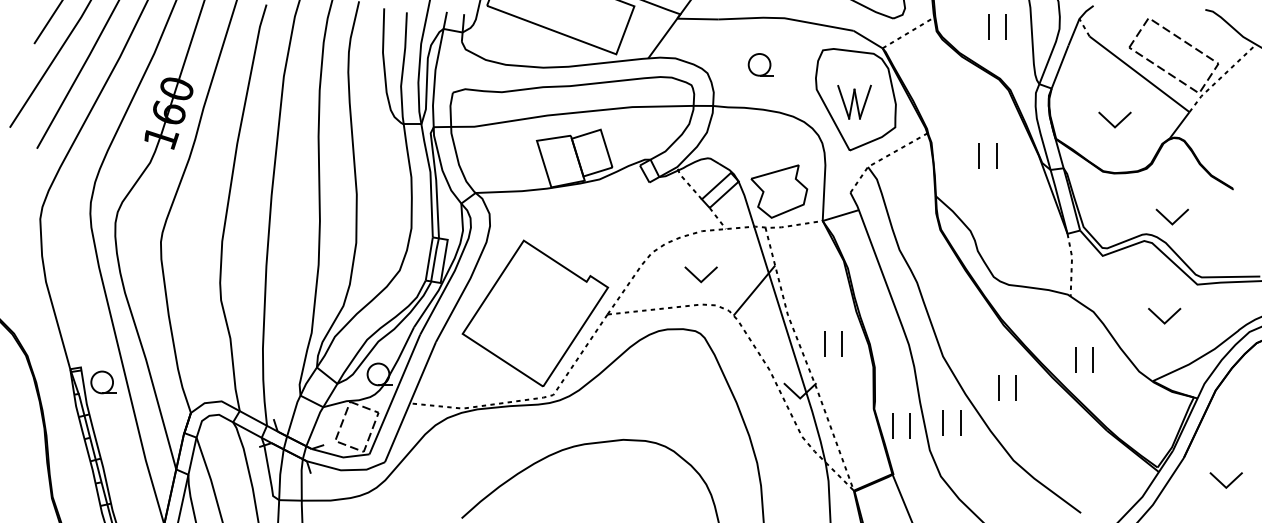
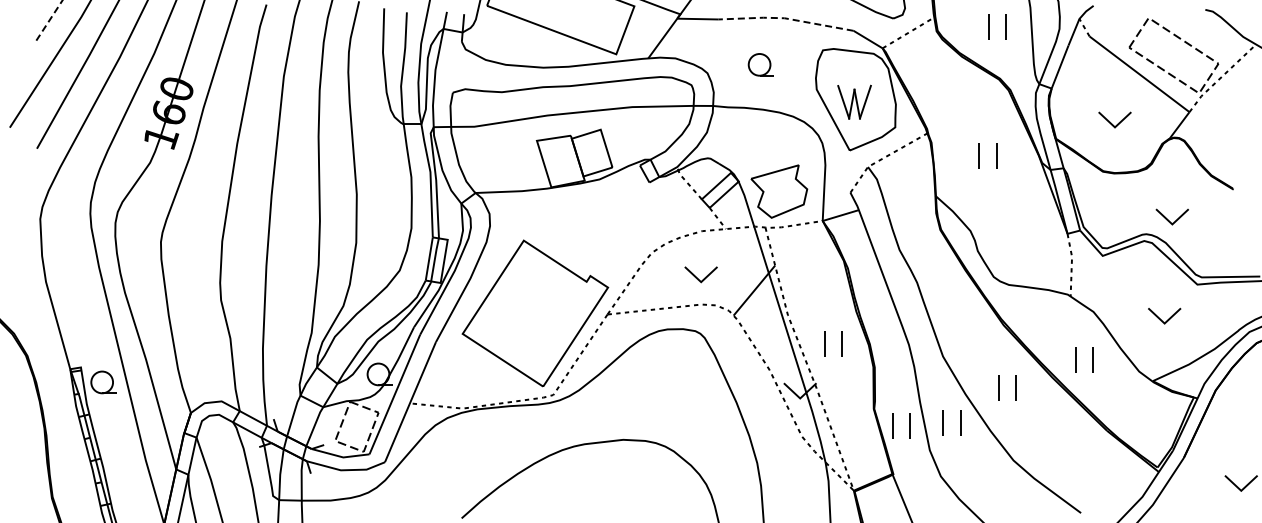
line at (784, 18): solid -> dashed
line at (48, 22): solid -> dashed
part at (1225, 480) position: (1225, 480) -> (1240, 483)
